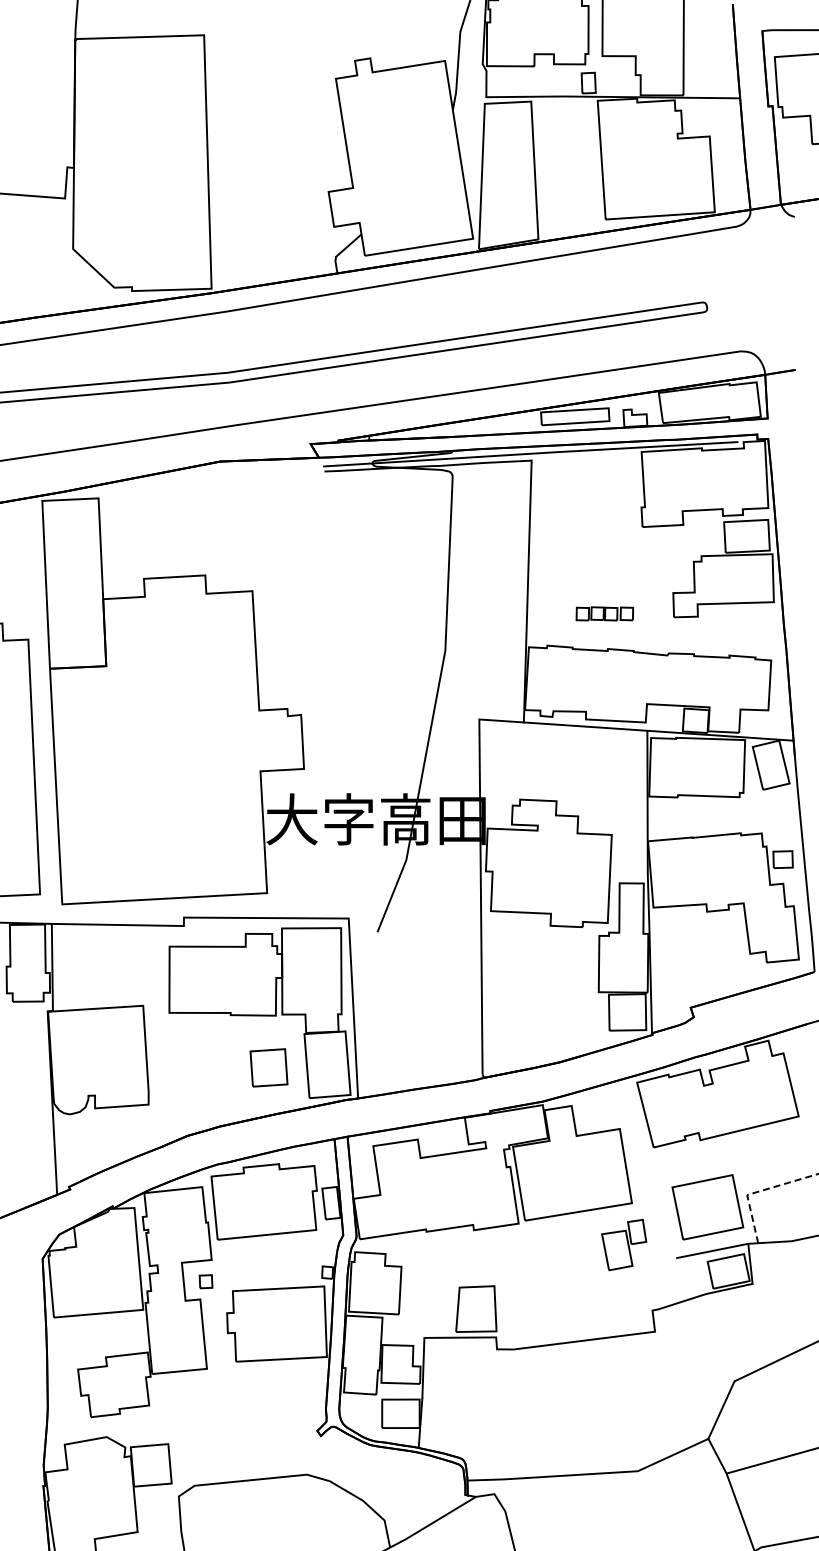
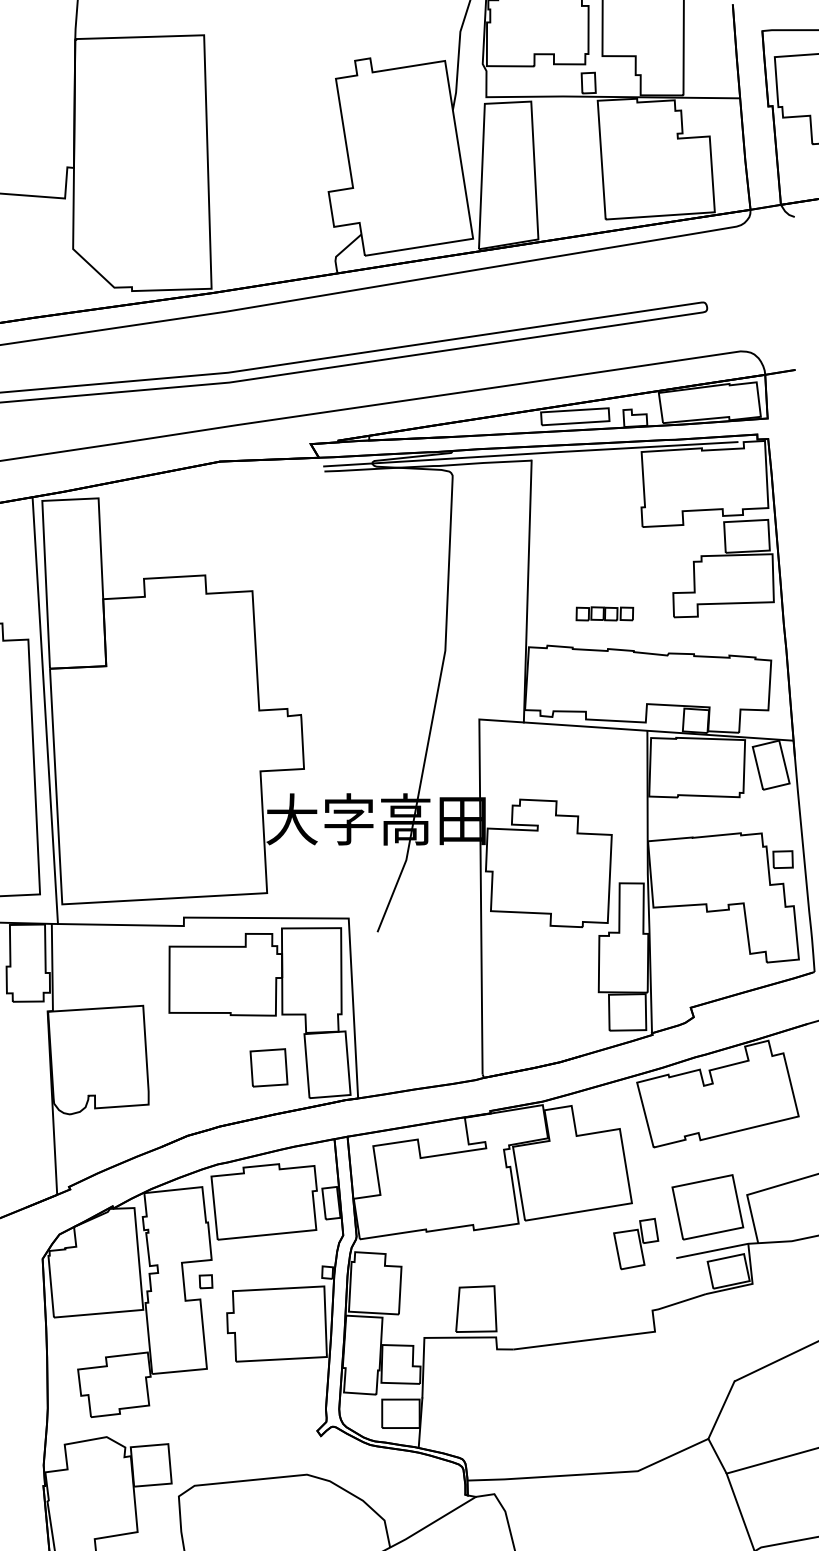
line at (44, 710): none -> present
line at (758, 1191): dashed -> solid
part at (624, 1244) position: (624, 1244) -> (636, 1243)
